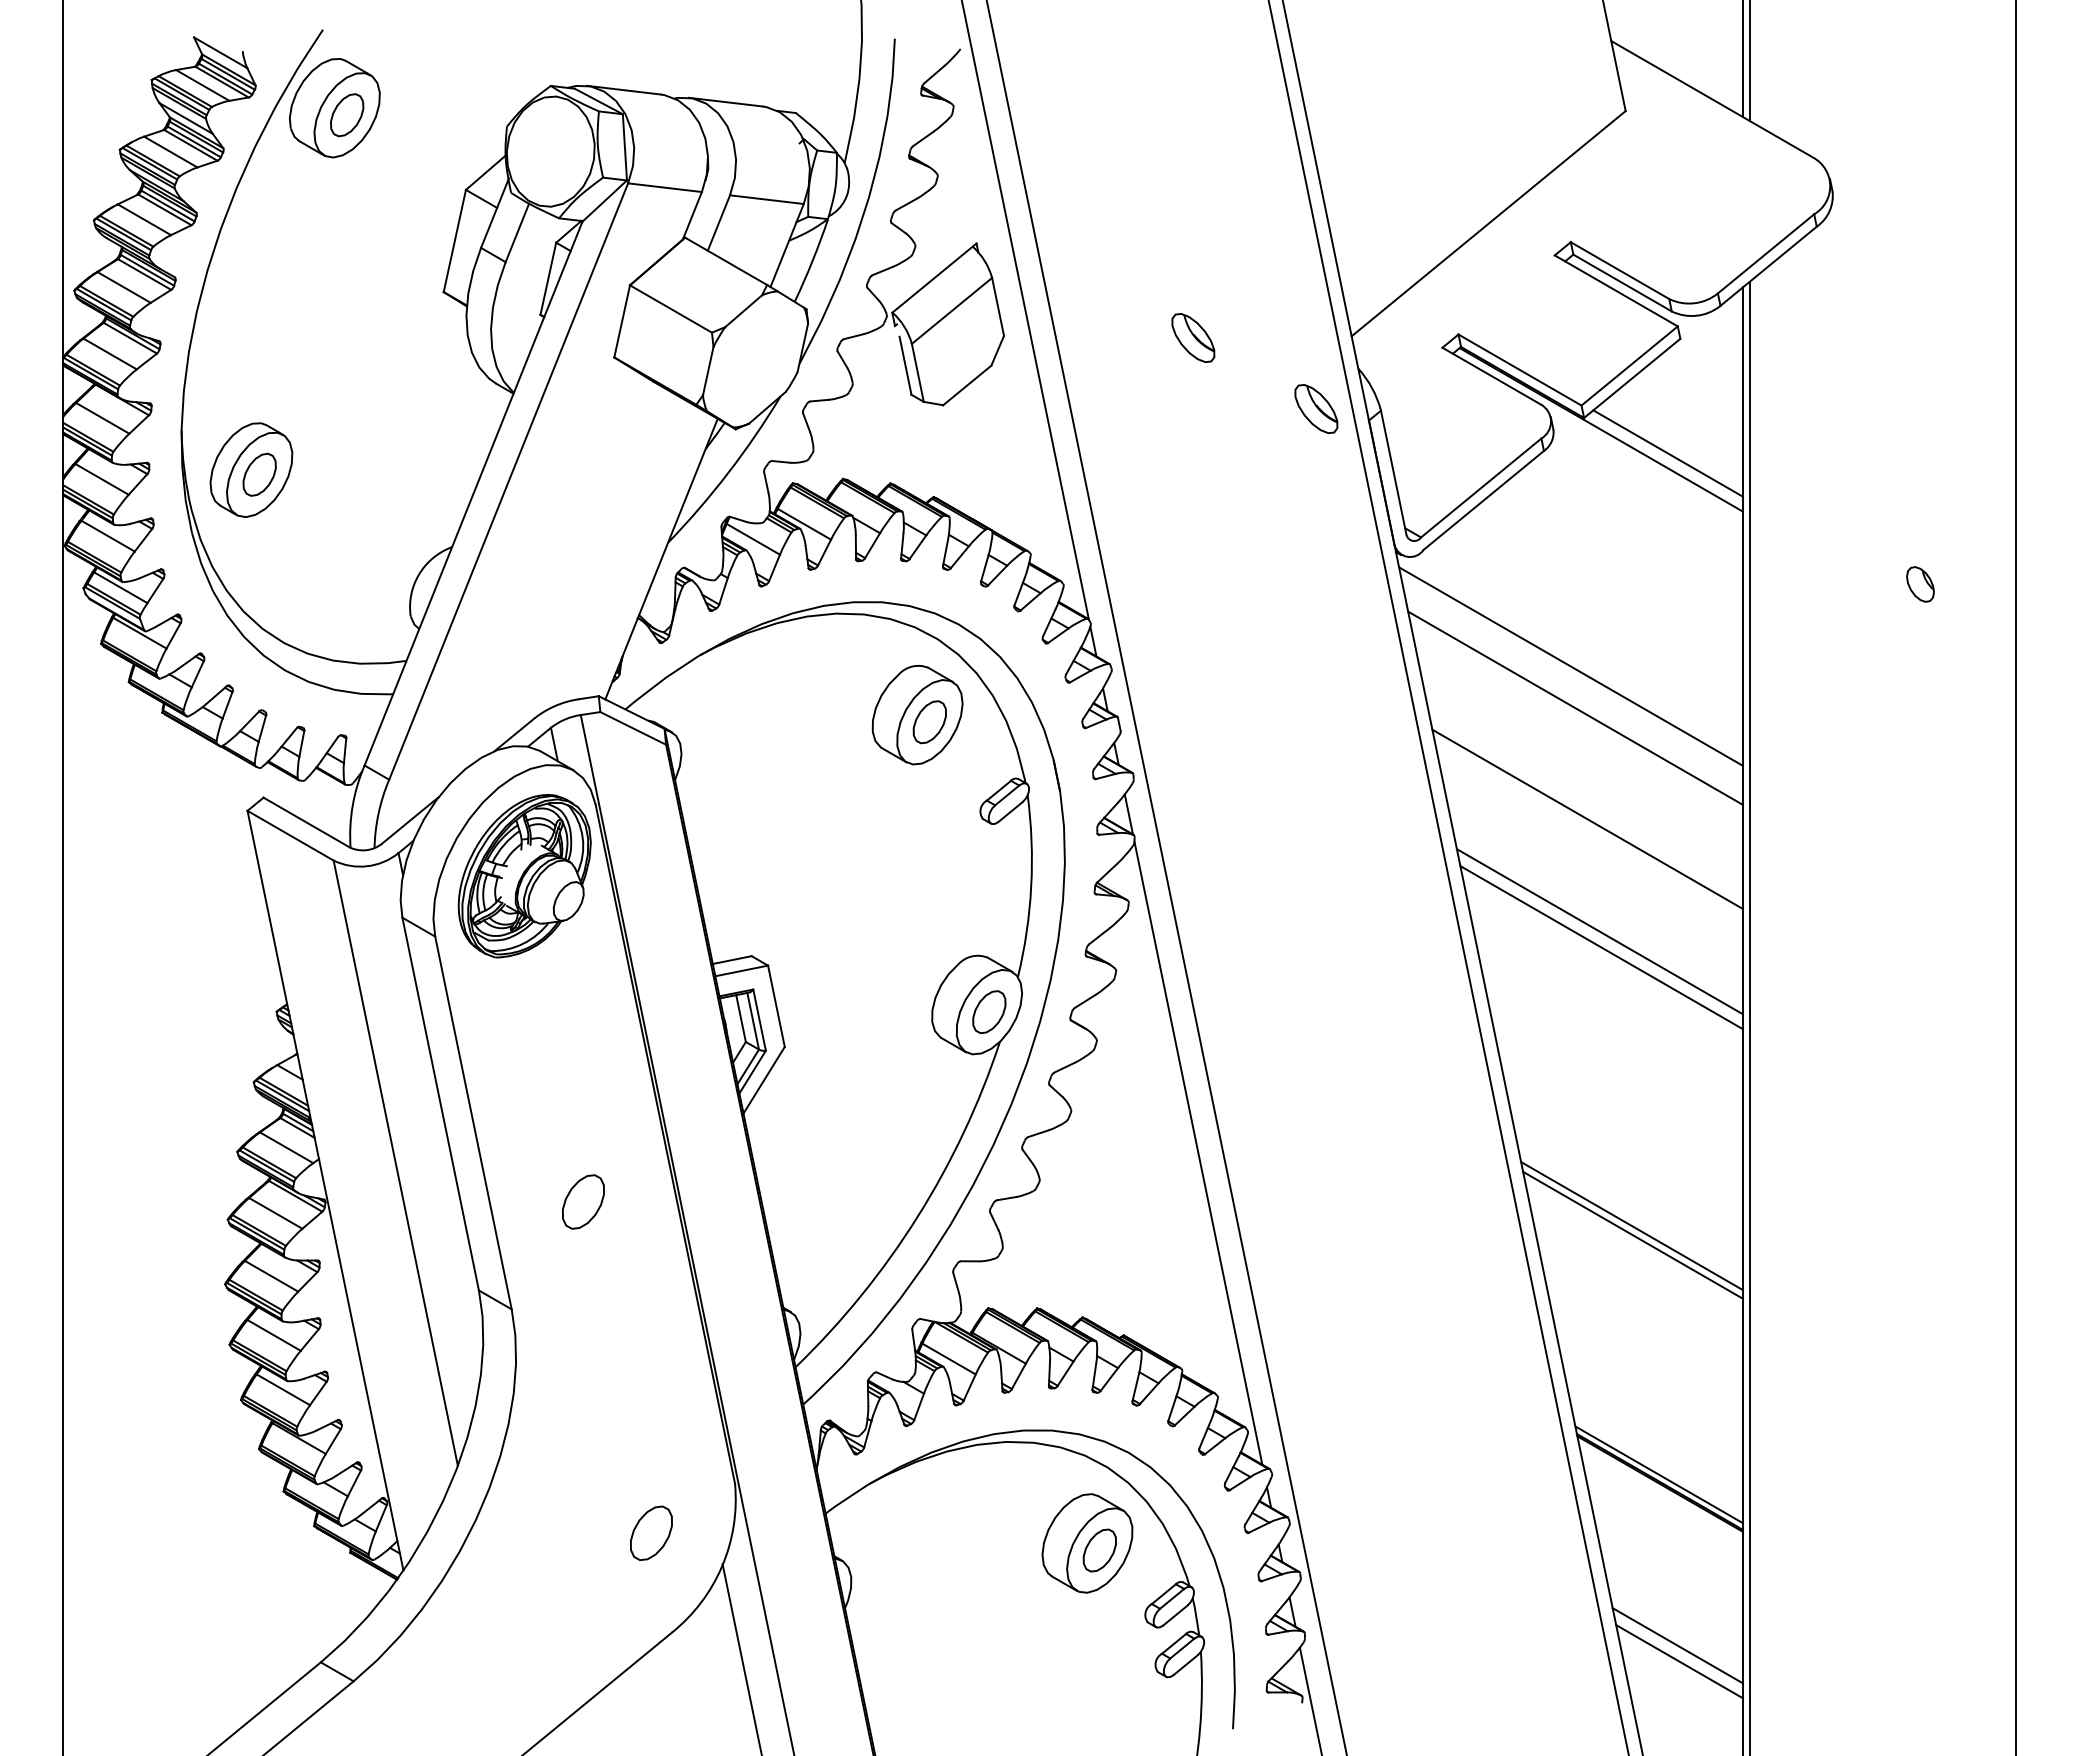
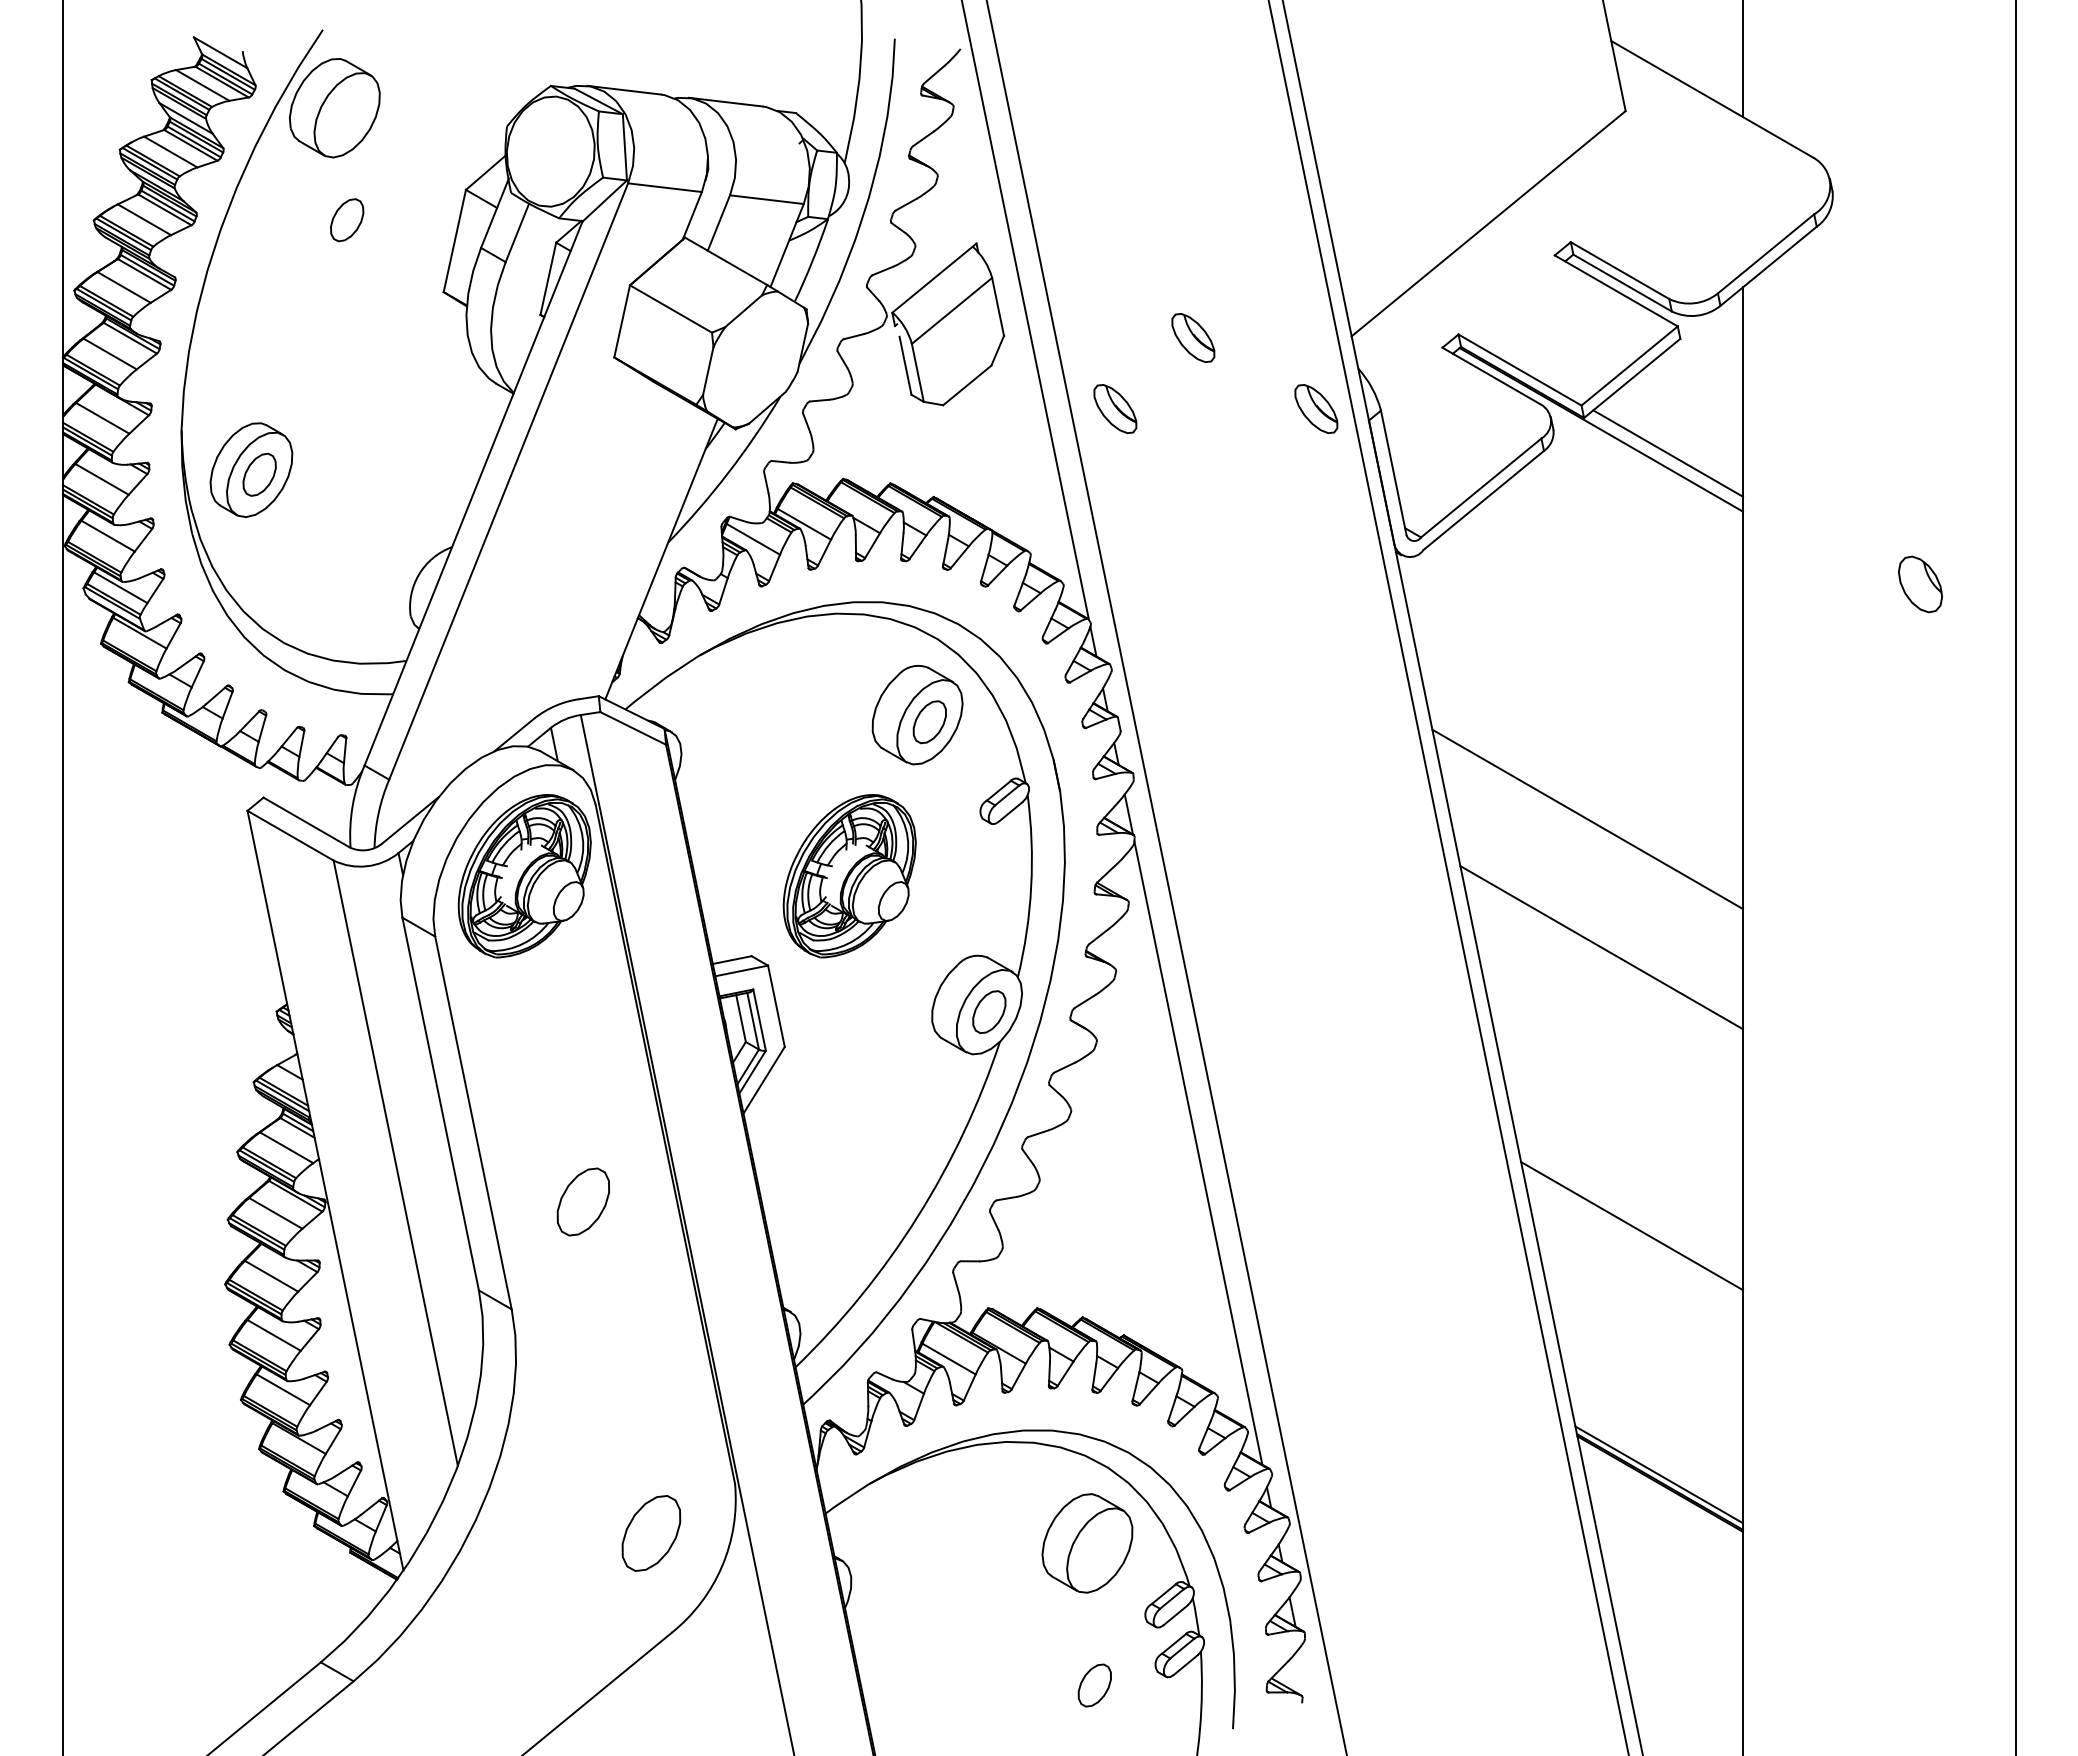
line at (1749, 61): present -> none
part at (347, 115) position: (347, 115) -> (347, 220)
part at (1115, 409): none -> present
part at (1920, 584) size: 29x37 px -> 45x59 px
line at (1570, 666): present -> none
line at (1575, 707): present -> none
part at (849, 876): none -> present
line at (1599, 931): present -> none
line at (1749, 1016): present -> none
part at (583, 1201) size: 43x56 px -> 54x70 px
line at (1632, 1234): present -> none
part at (651, 1532) size: 43x56 px -> 61x77 px
part at (1099, 1550) position: (1099, 1550) -> (1094, 1685)
line at (1677, 1645): present -> none
line at (741, 1658): present -> none
line at (1679, 1661): present -> none
line at (1310, 1699): present -> none
